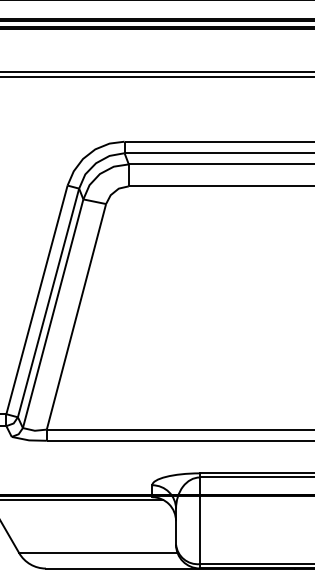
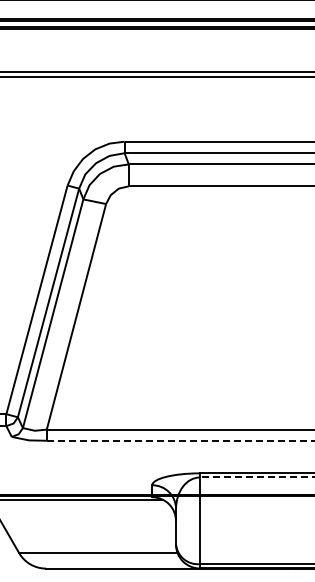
line at (180, 440): solid -> dashed
line at (256, 477): solid -> dashed
